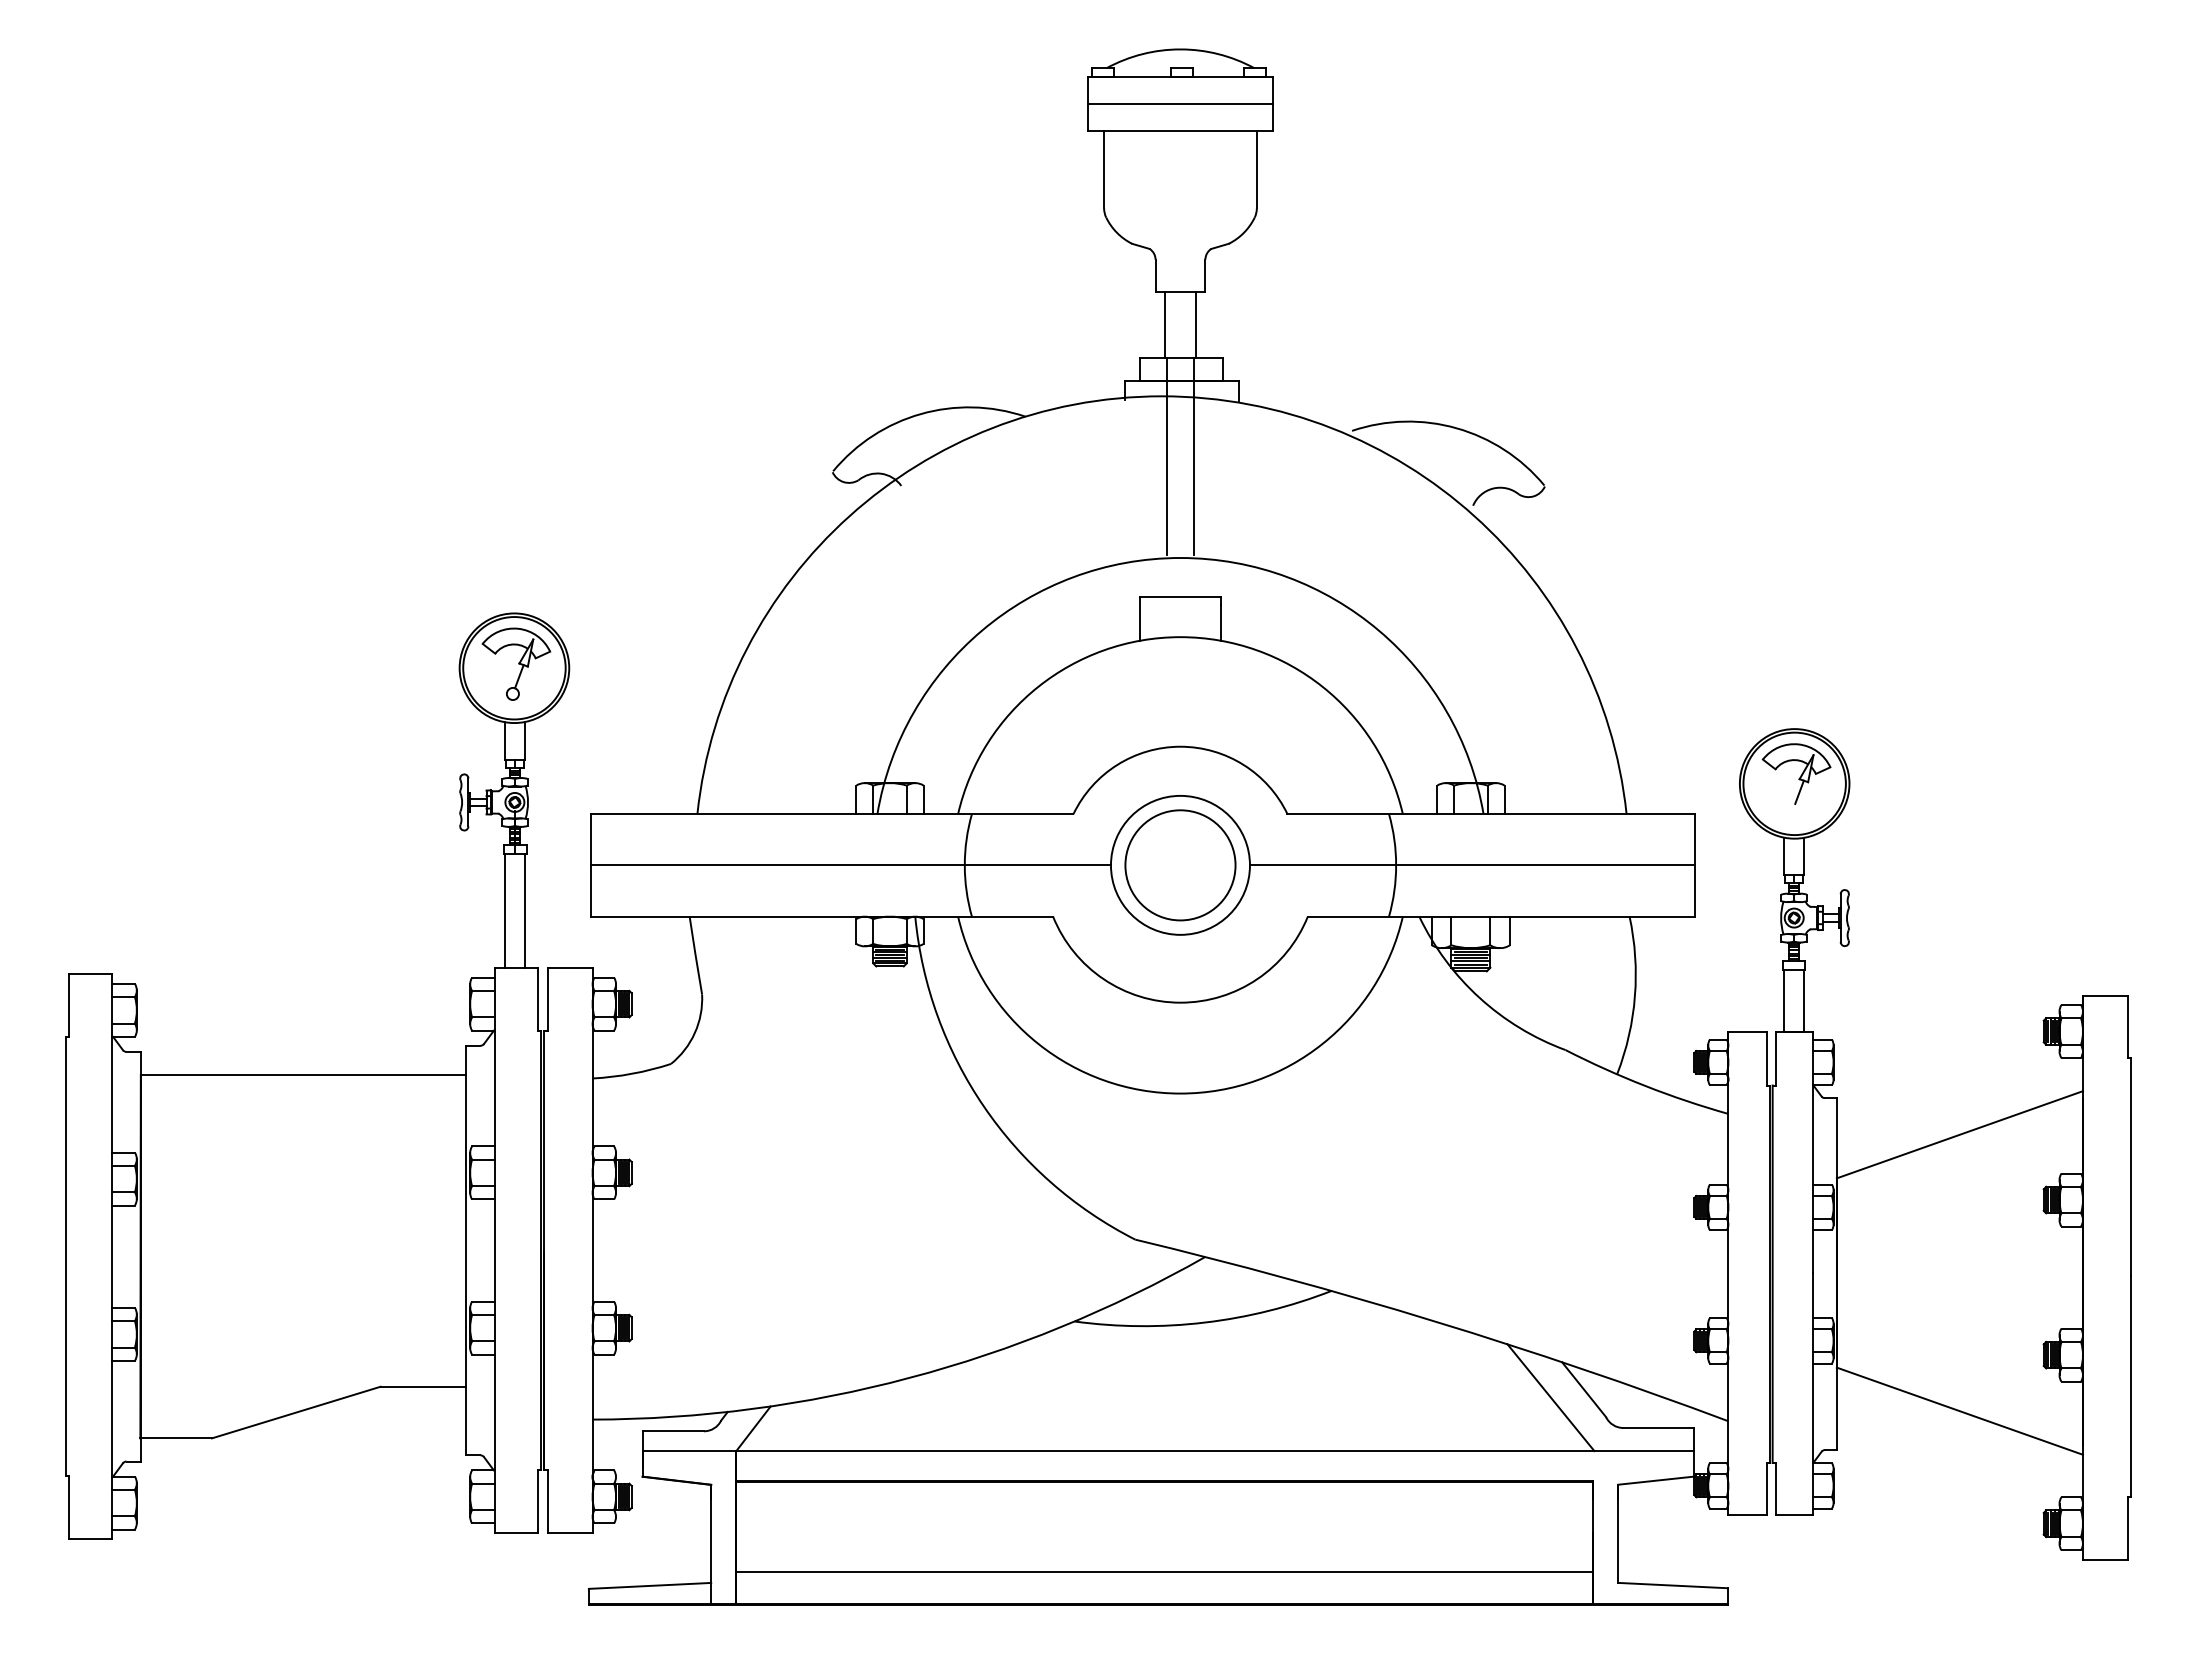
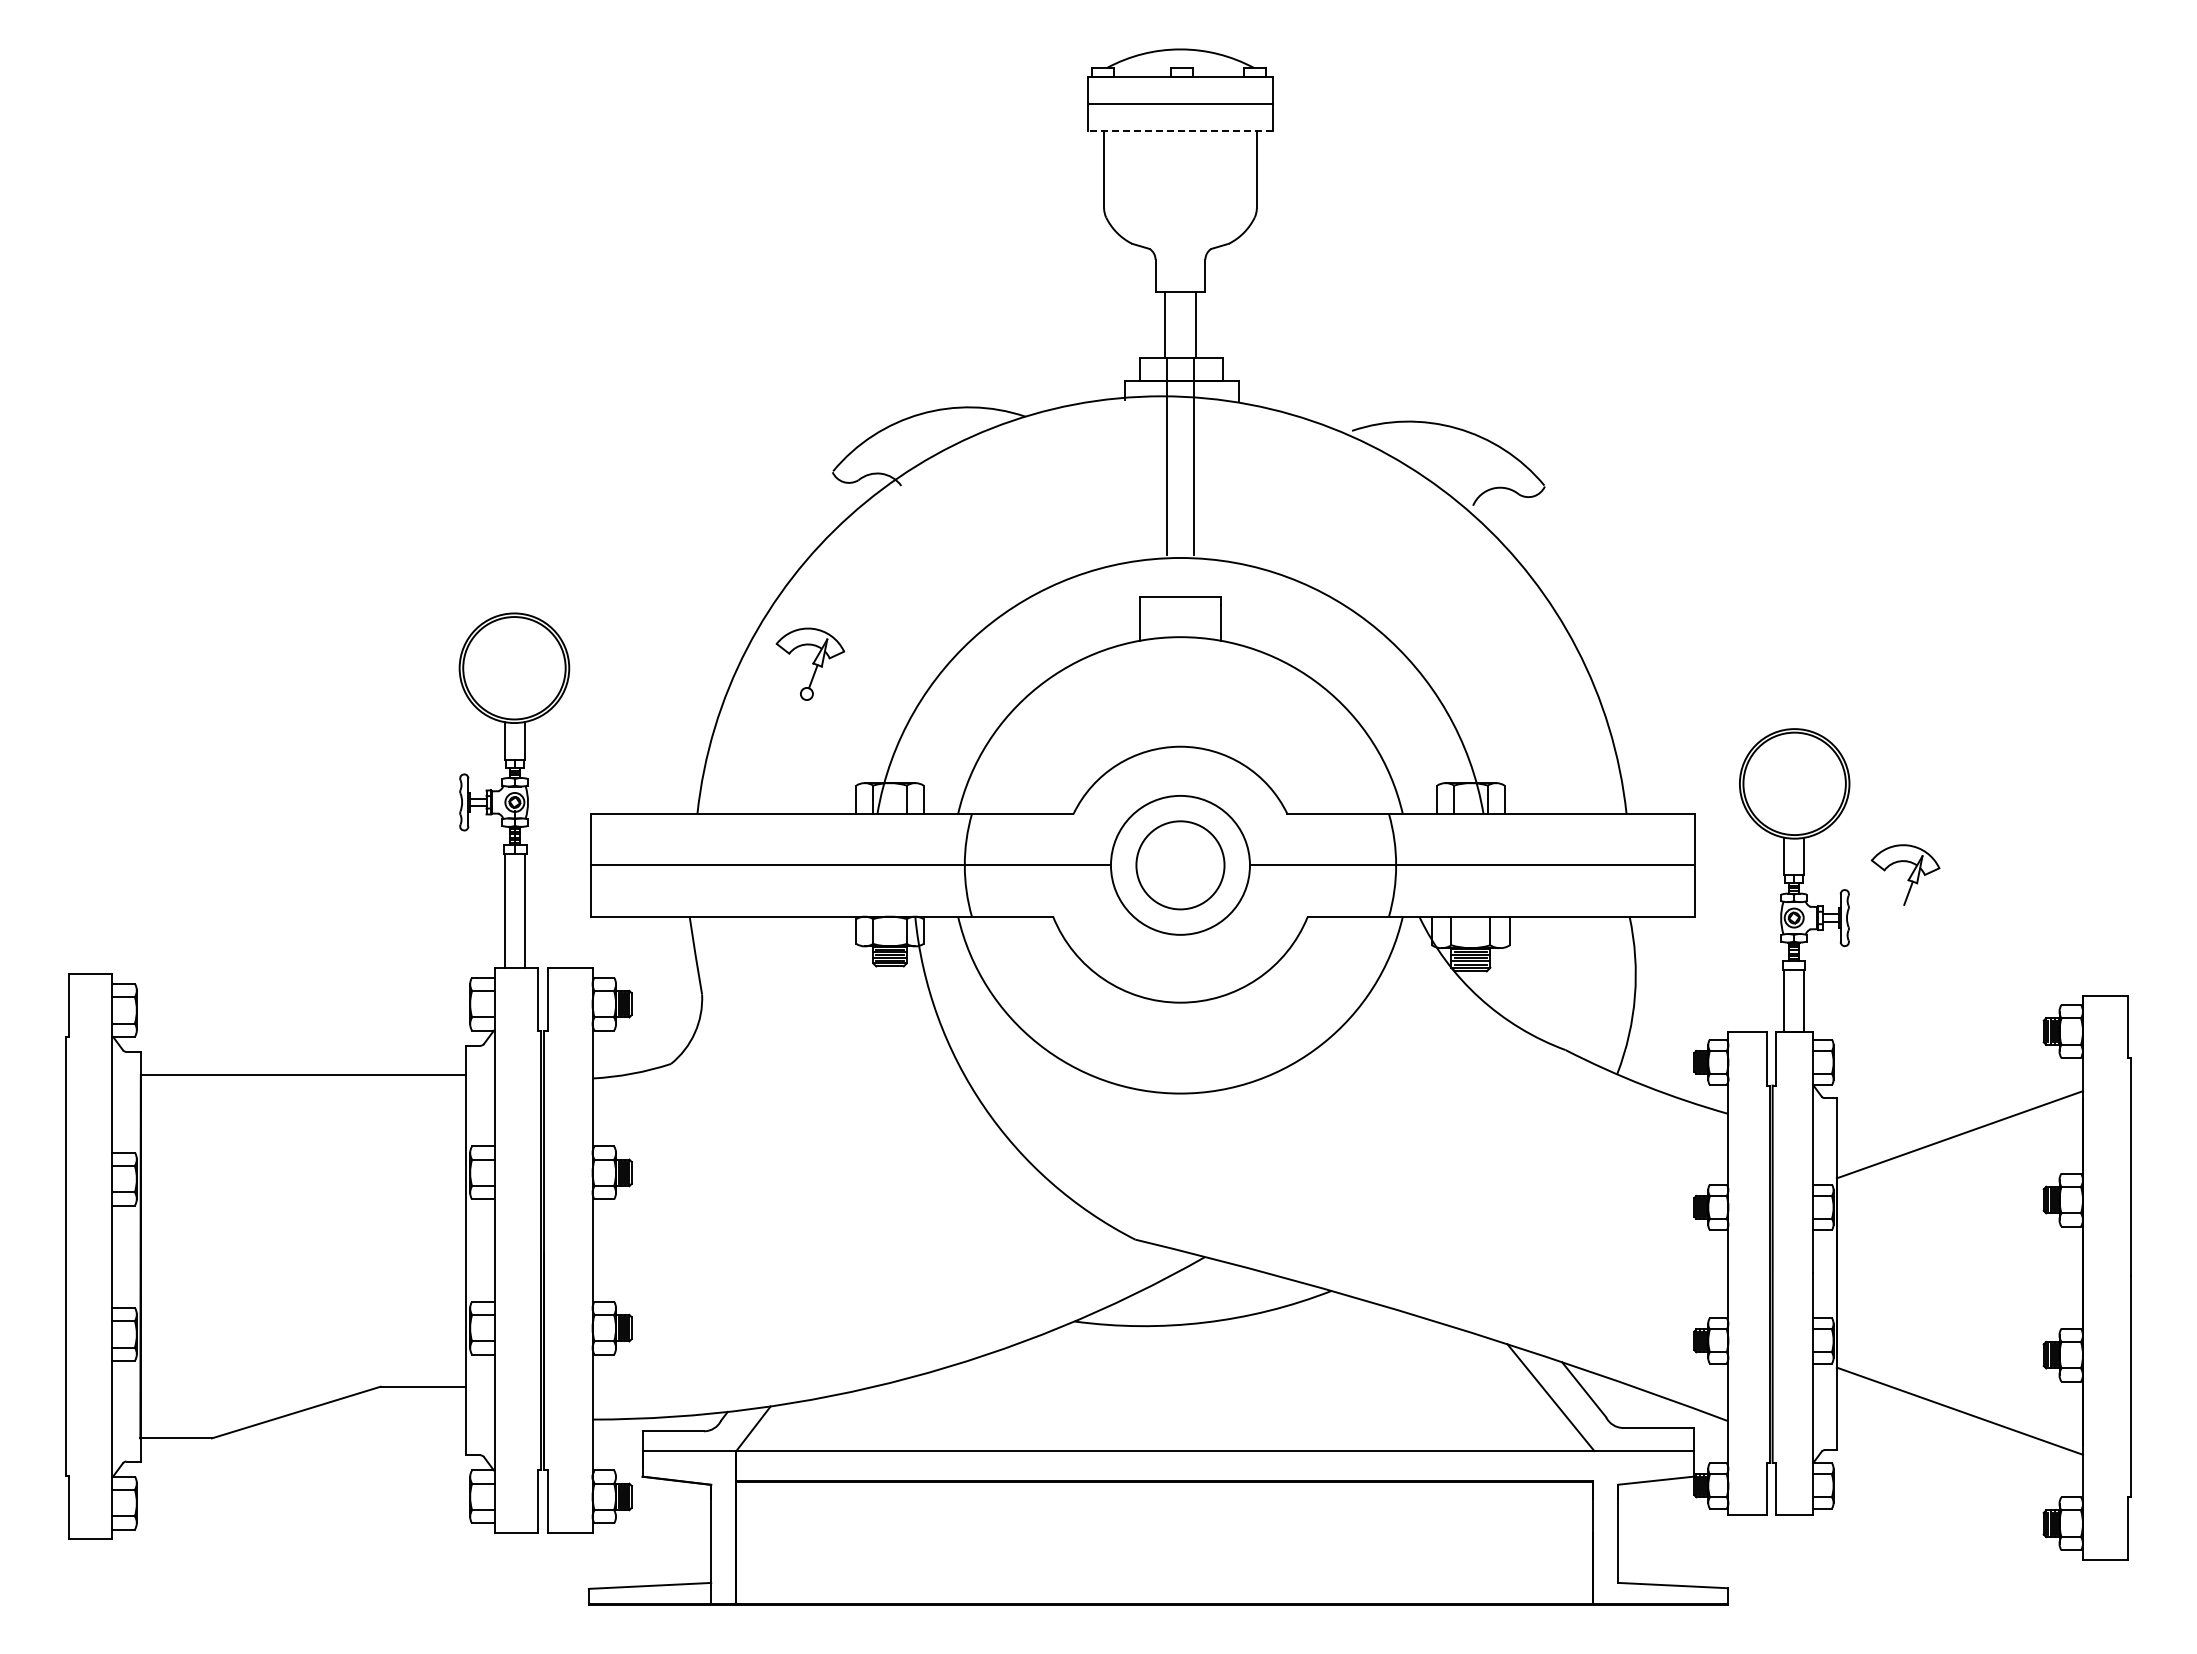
line at (1179, 131): solid -> dashed
part at (516, 663) position: (516, 663) -> (810, 663)
part at (1796, 773) position: (1796, 773) -> (1905, 874)
circle at (1180, 865) diameter: 110 px -> 88 px
line at (1163, 1572): present -> none
